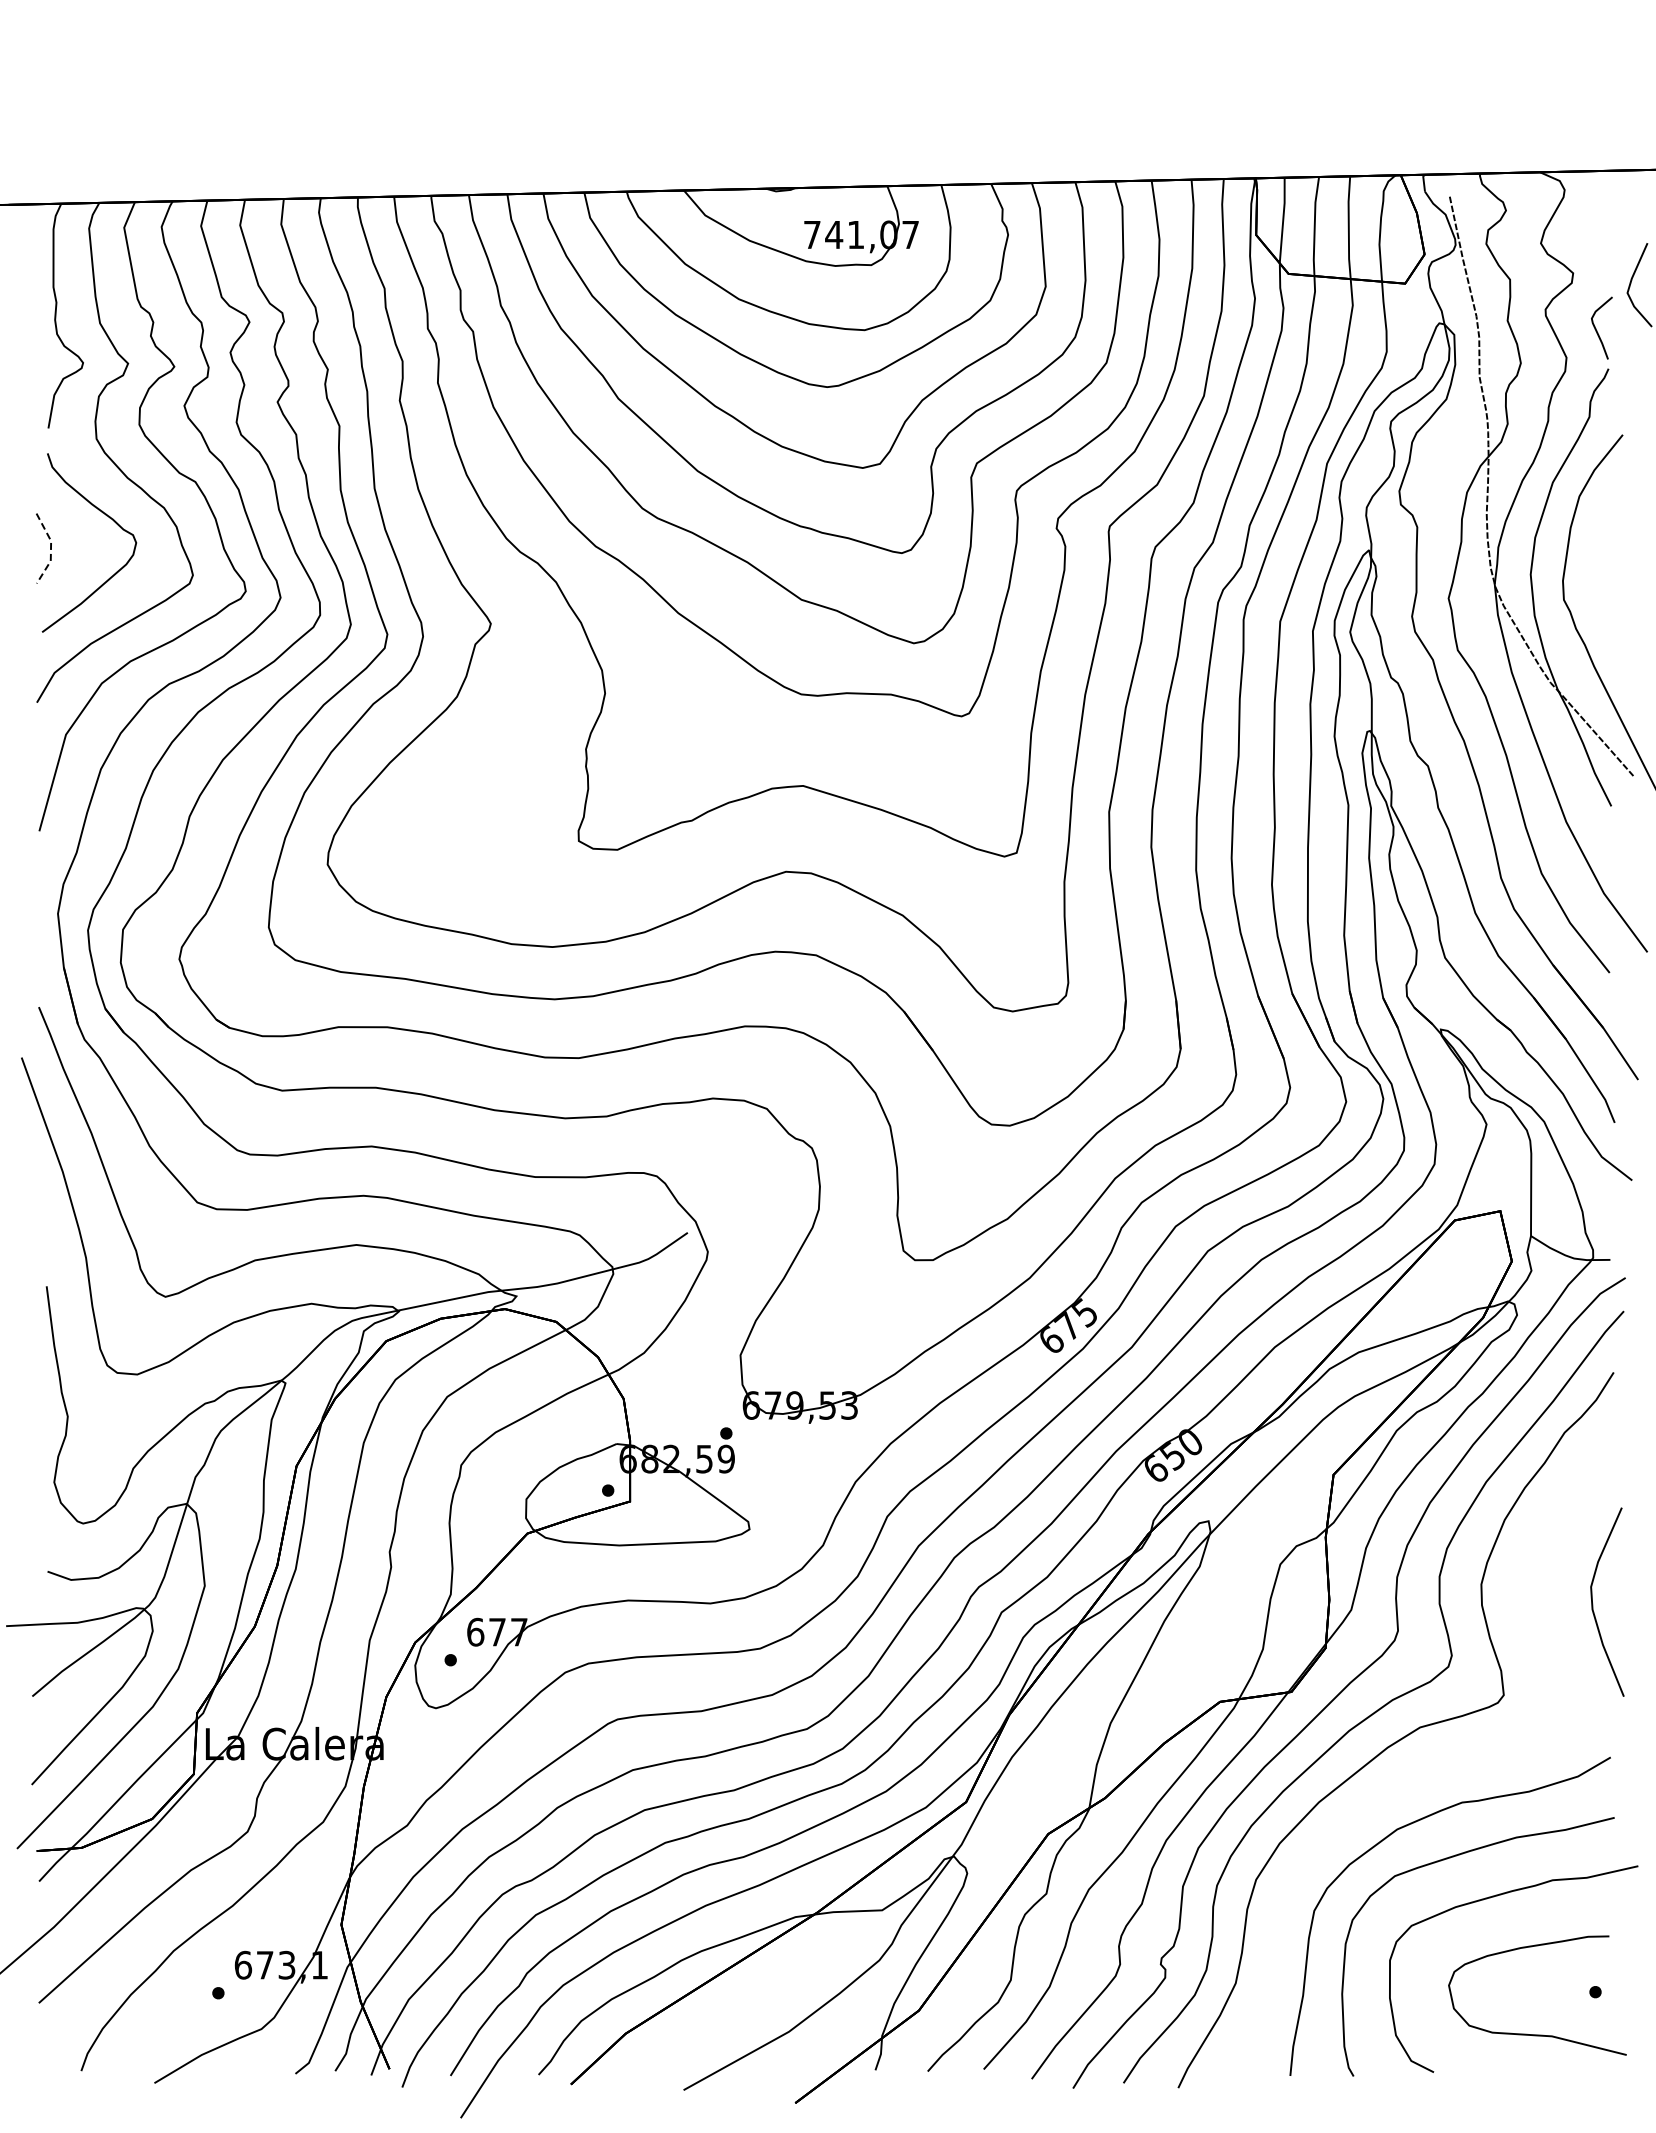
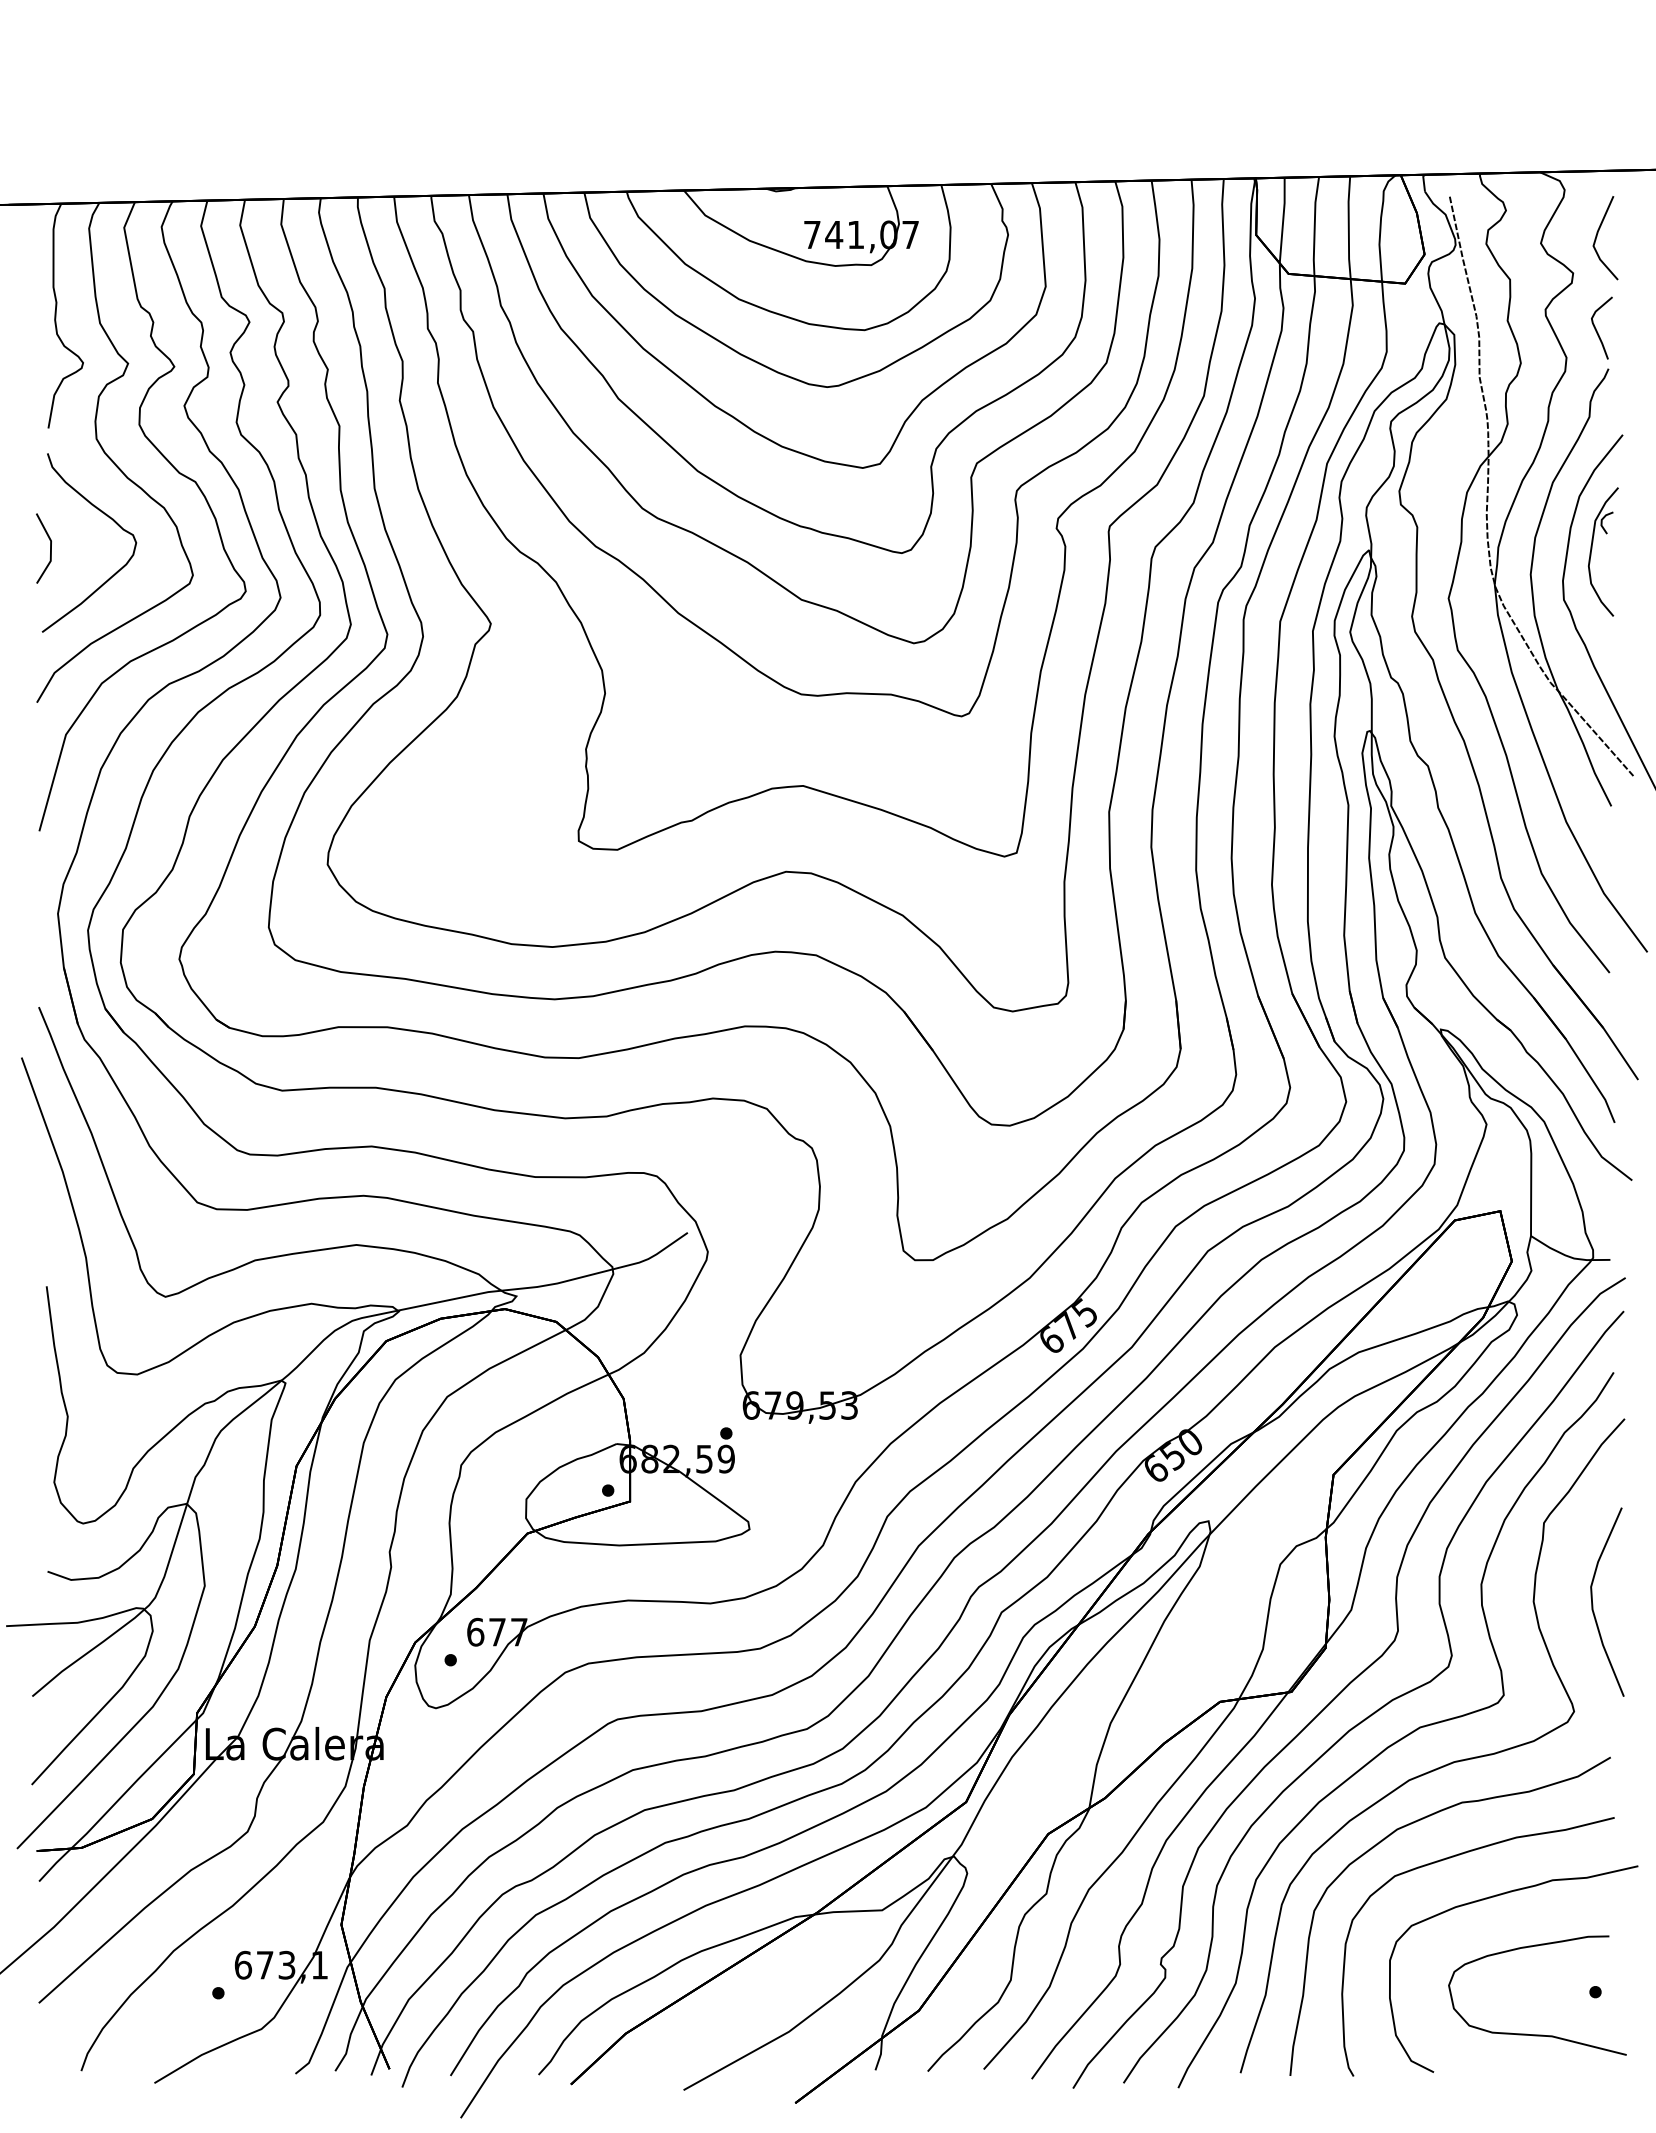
line at (1631, 283) position: (1631, 283) -> (1597, 236)
line at (51, 549): dashed -> solid
part at (1592, 549): none -> present
curve at (1442, 1765): none -> present
